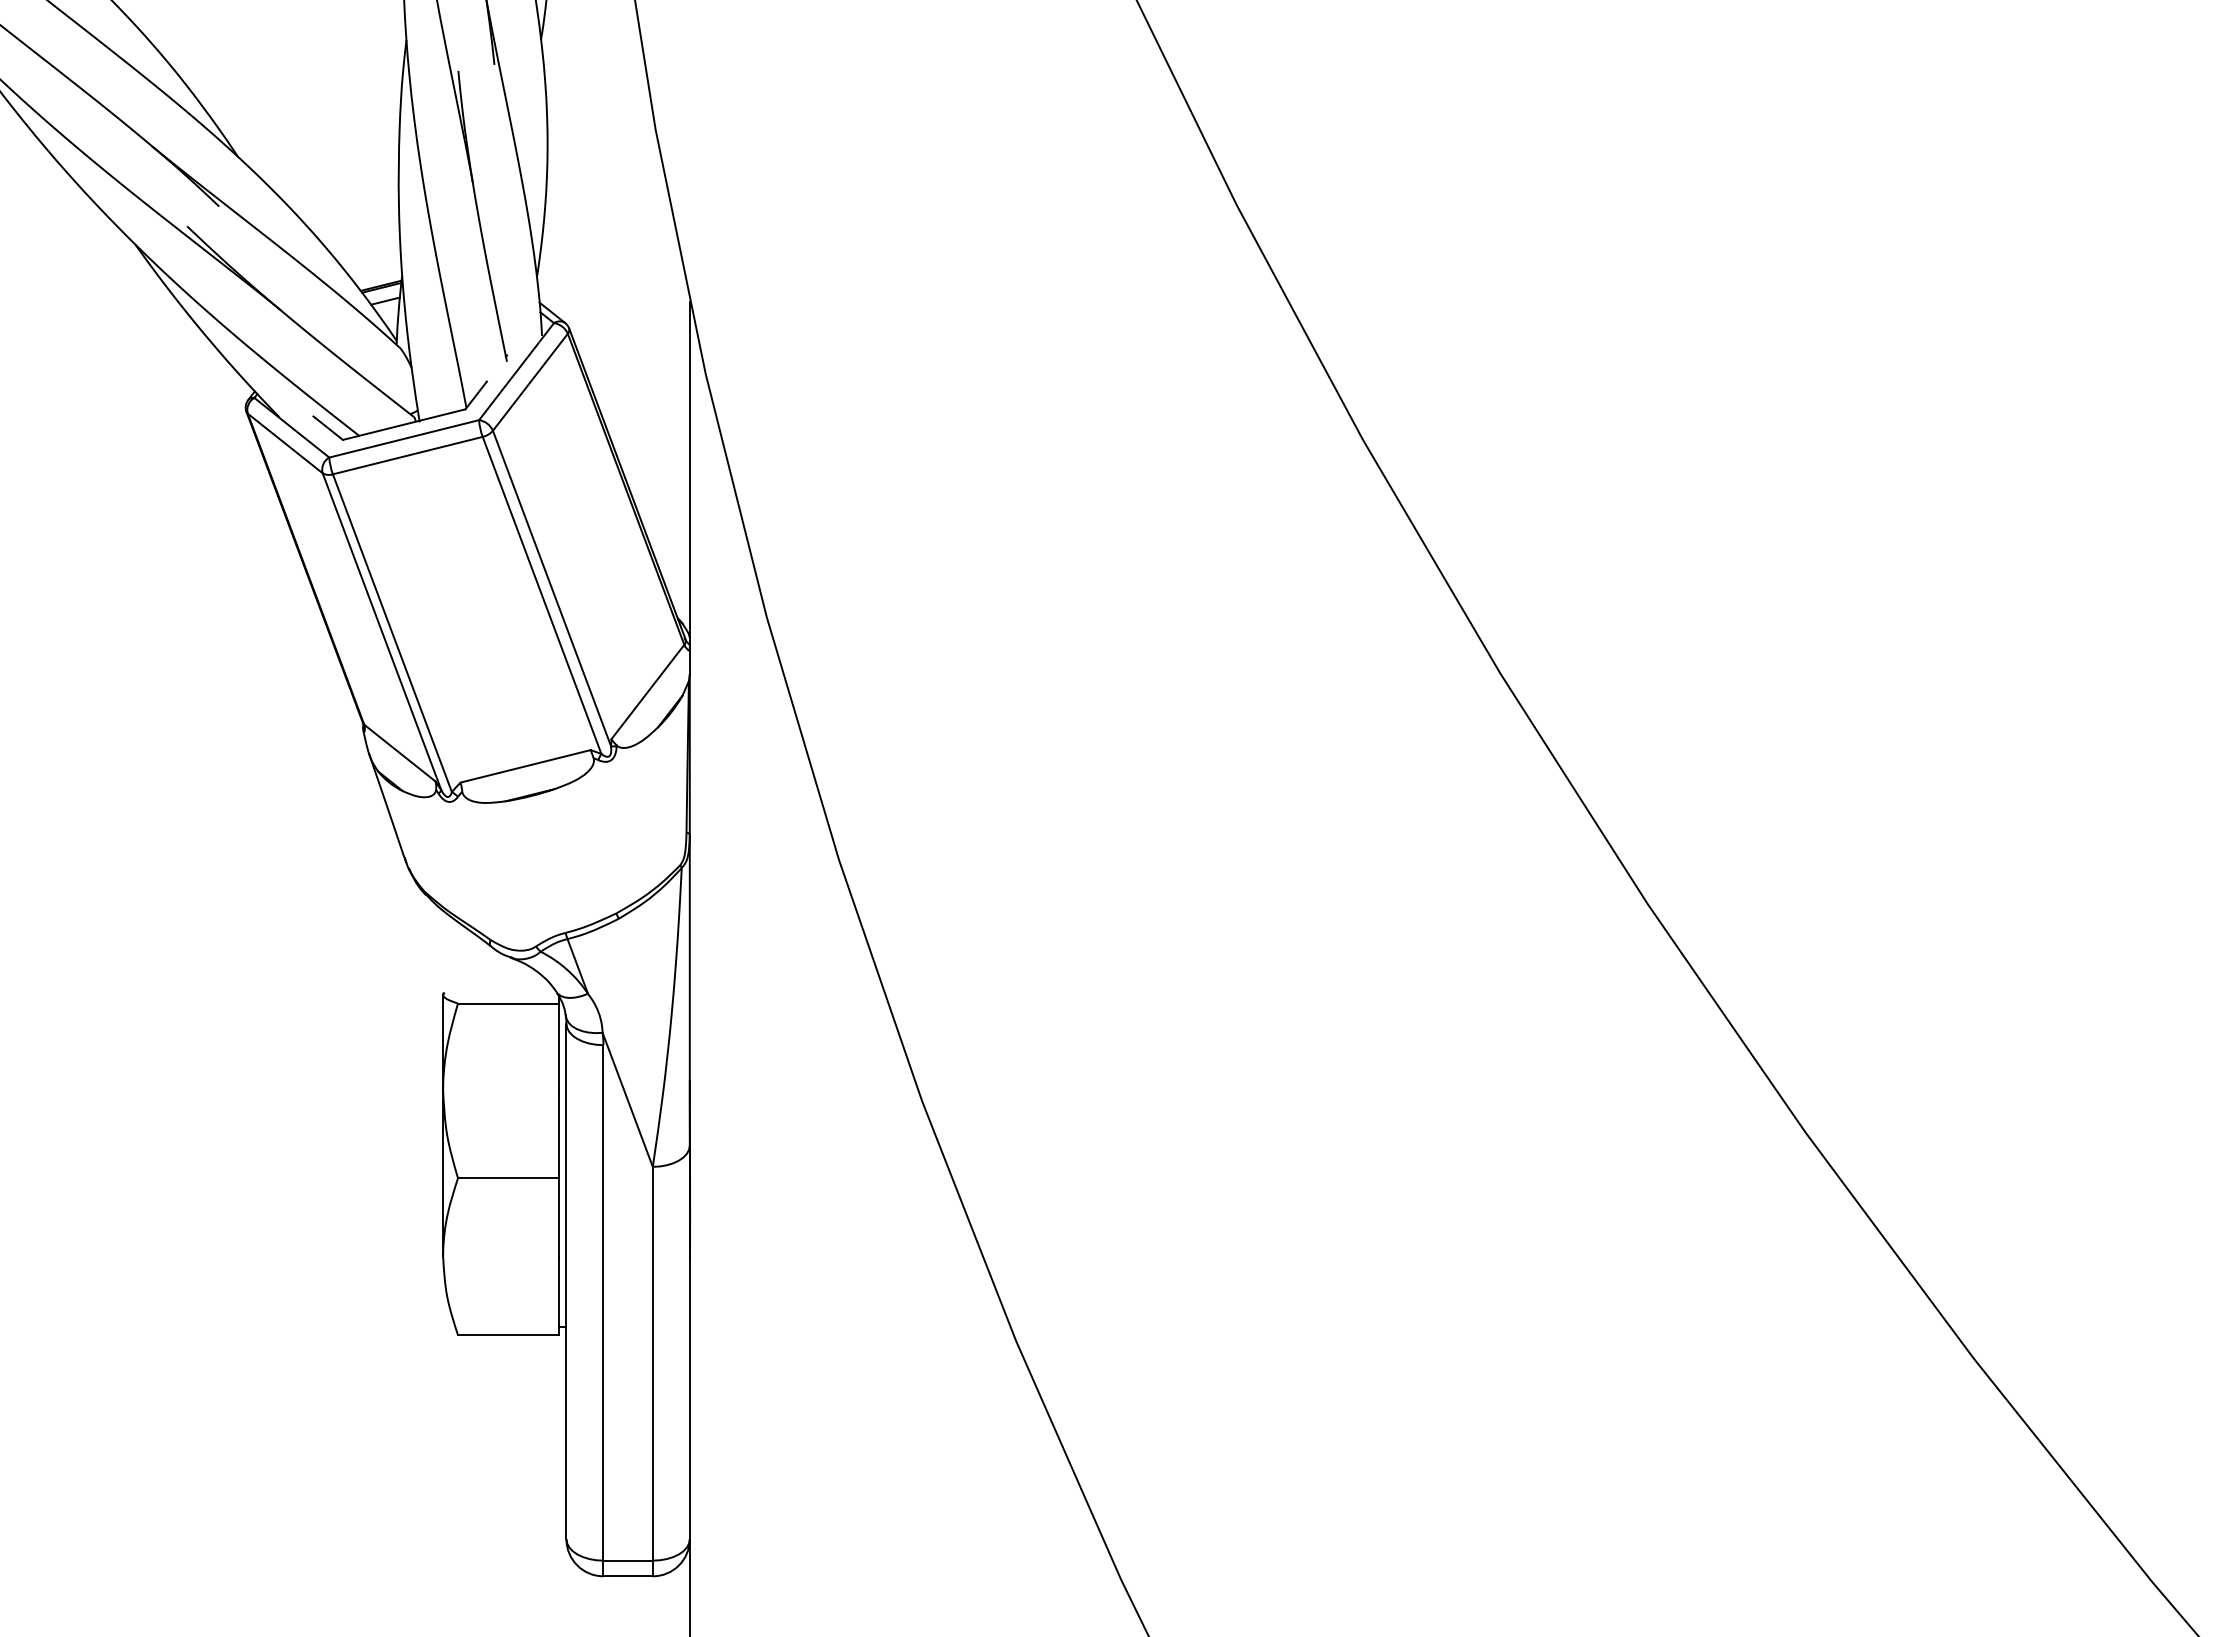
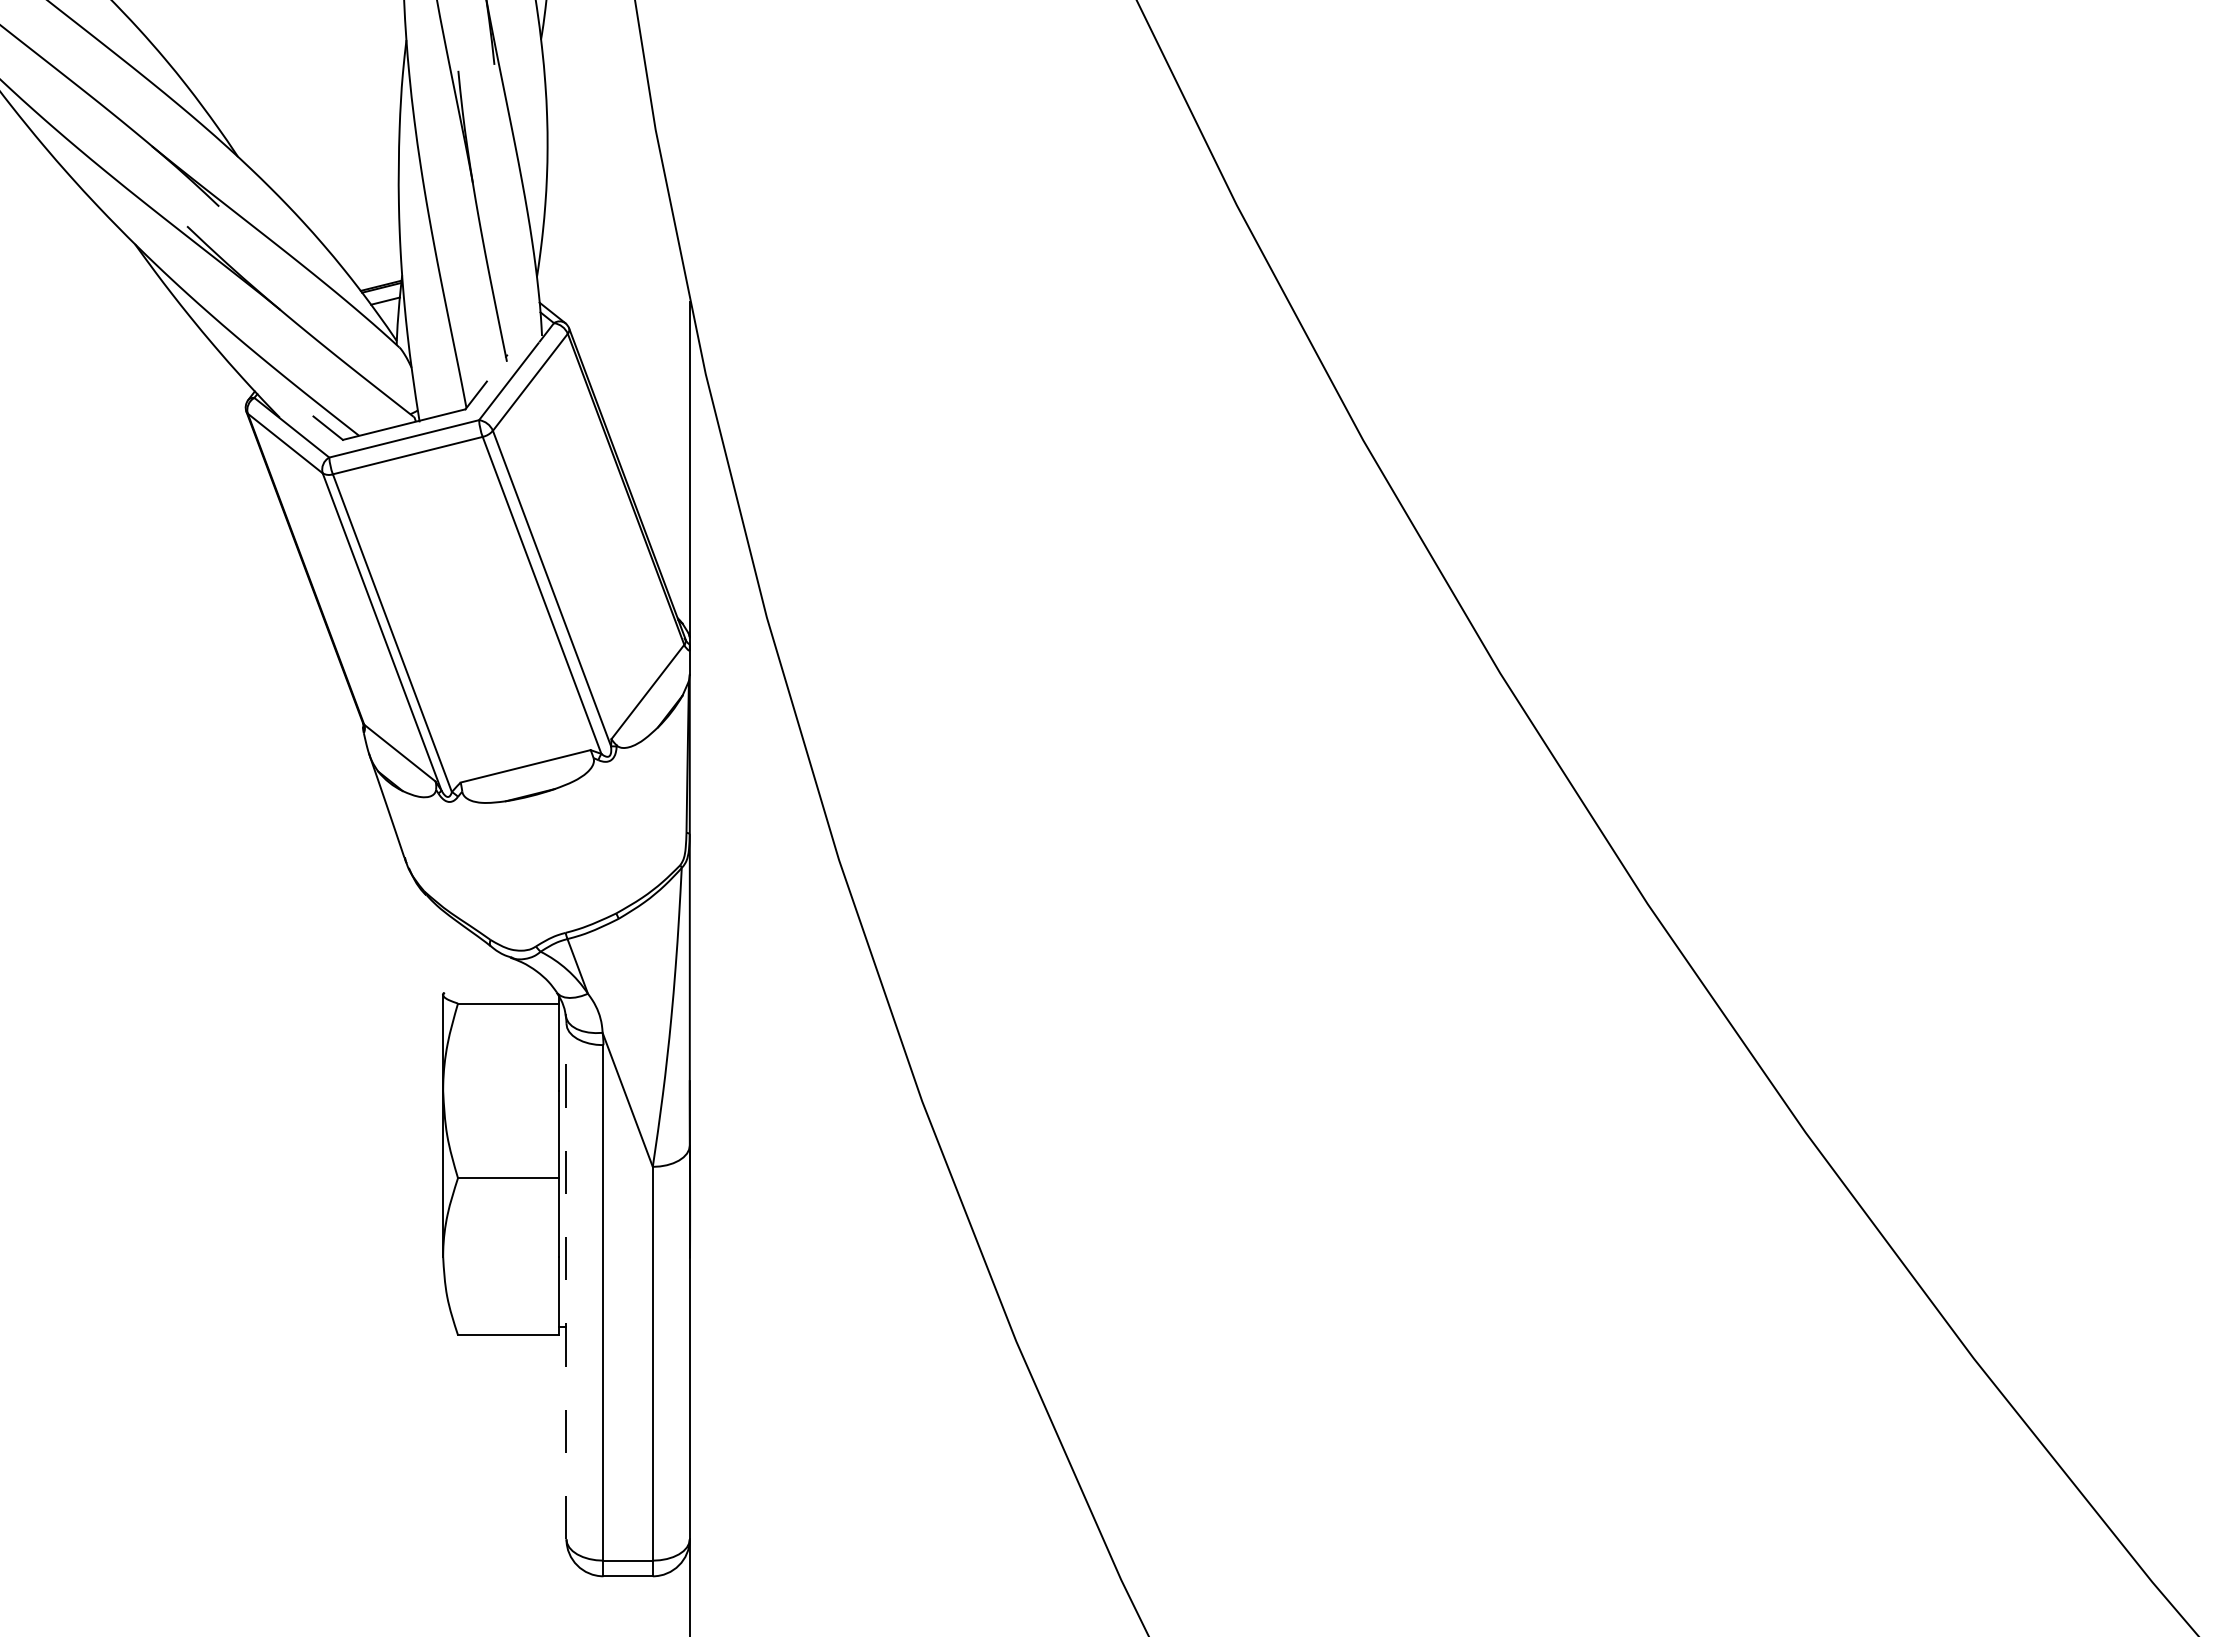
line at (566, 1281): solid -> dashed
